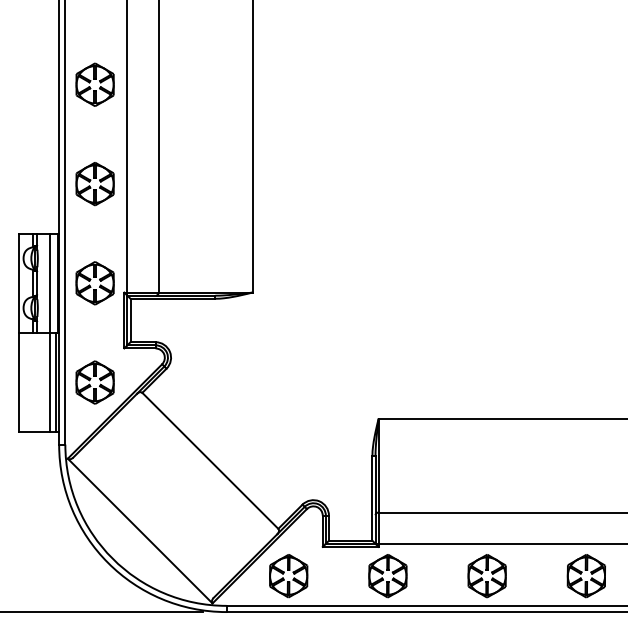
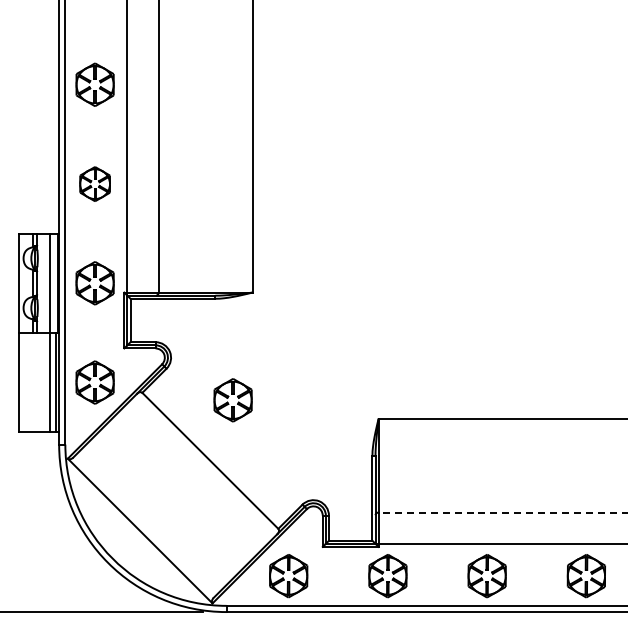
part at (94, 184) size: 40x45 px -> 32x36 px
part at (232, 400): none -> present
line at (502, 512): solid -> dashed
